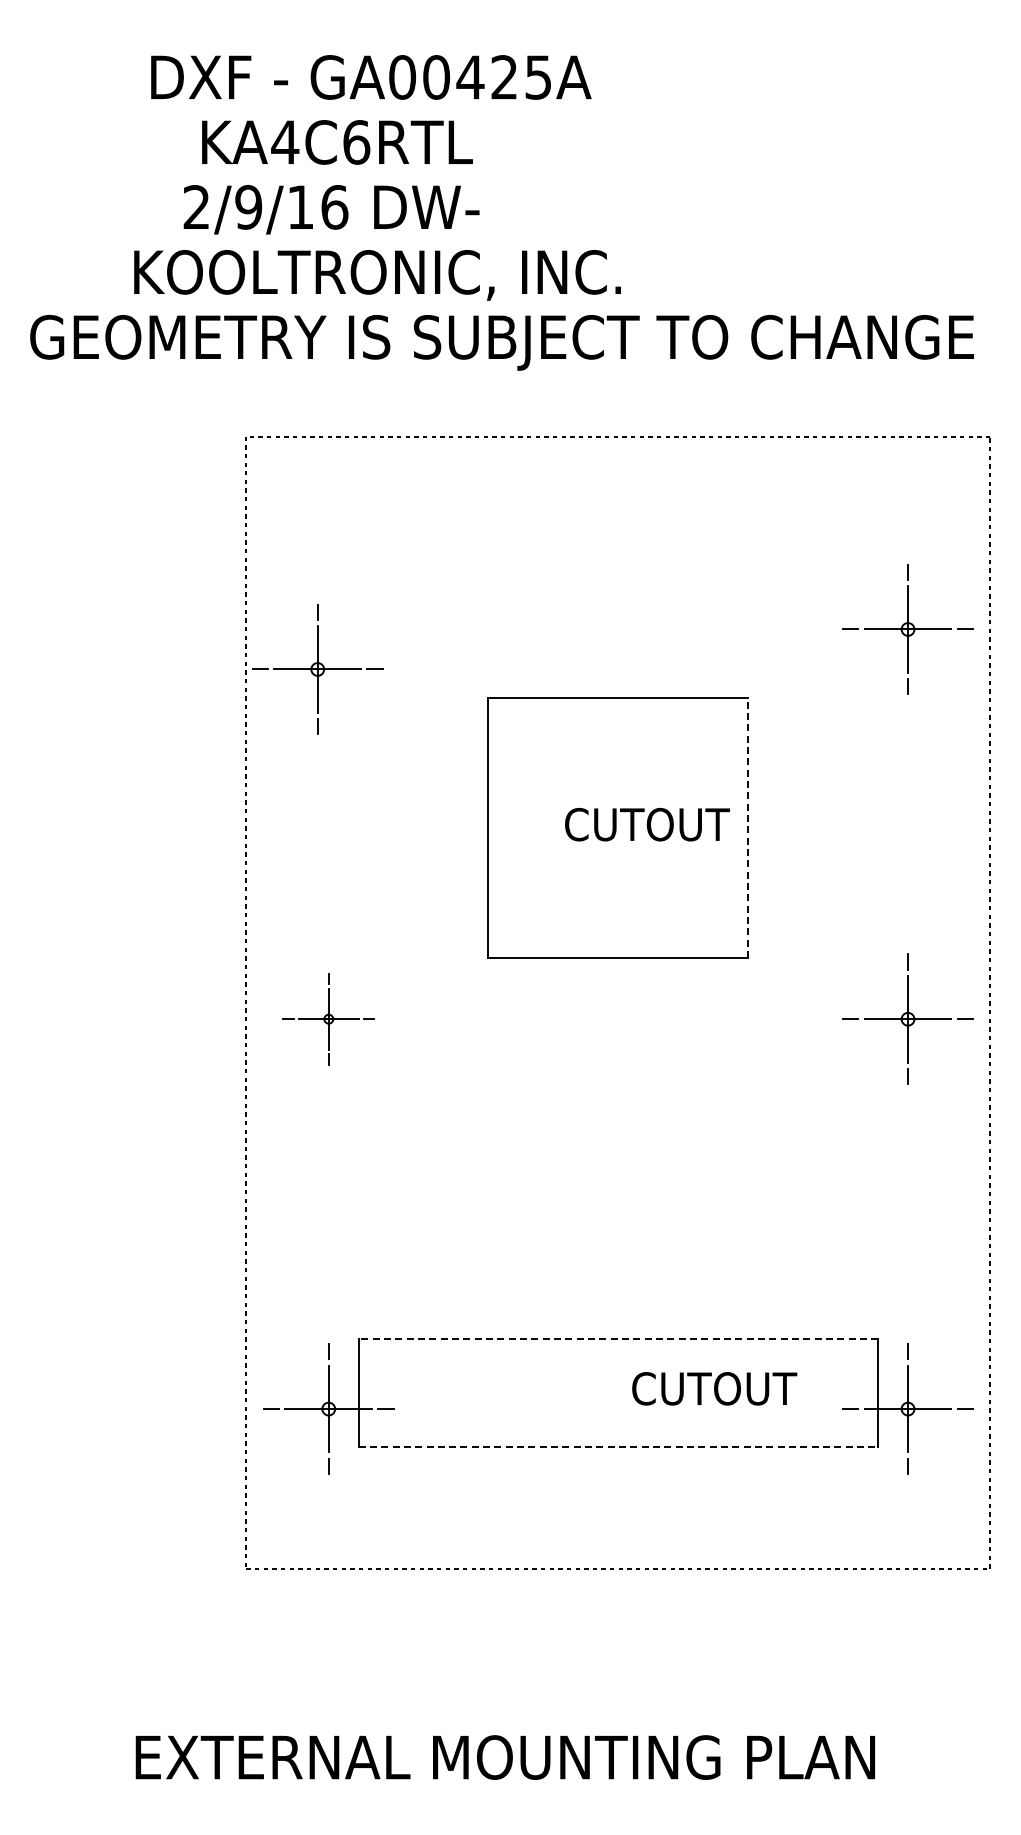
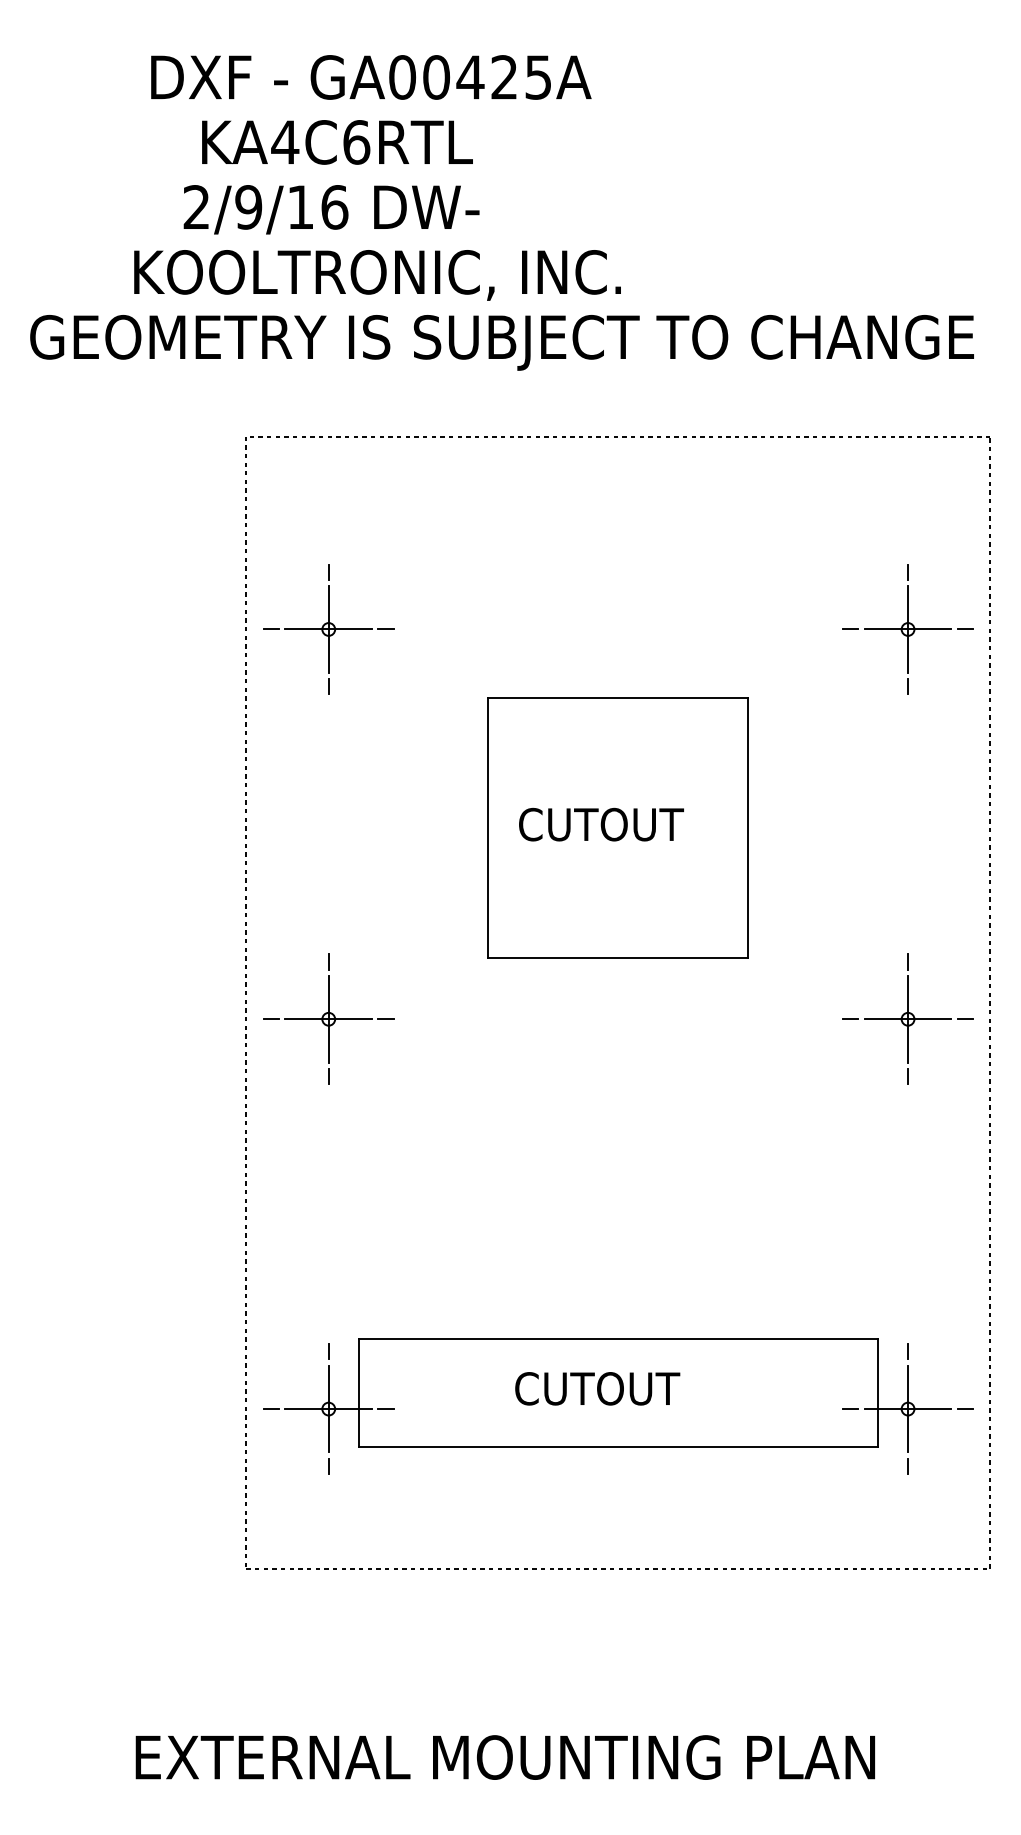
part at (317, 669) position: (317, 669) -> (328, 629)
text at (647, 824) position: (647, 824) -> (601, 824)
line at (748, 828): dashed -> solid
part at (328, 1019) size: 93x93 px -> 132x132 px
line at (618, 1338): dashed -> solid
text at (714, 1388) position: (714, 1388) -> (597, 1388)
line at (618, 1446): dashed -> solid
